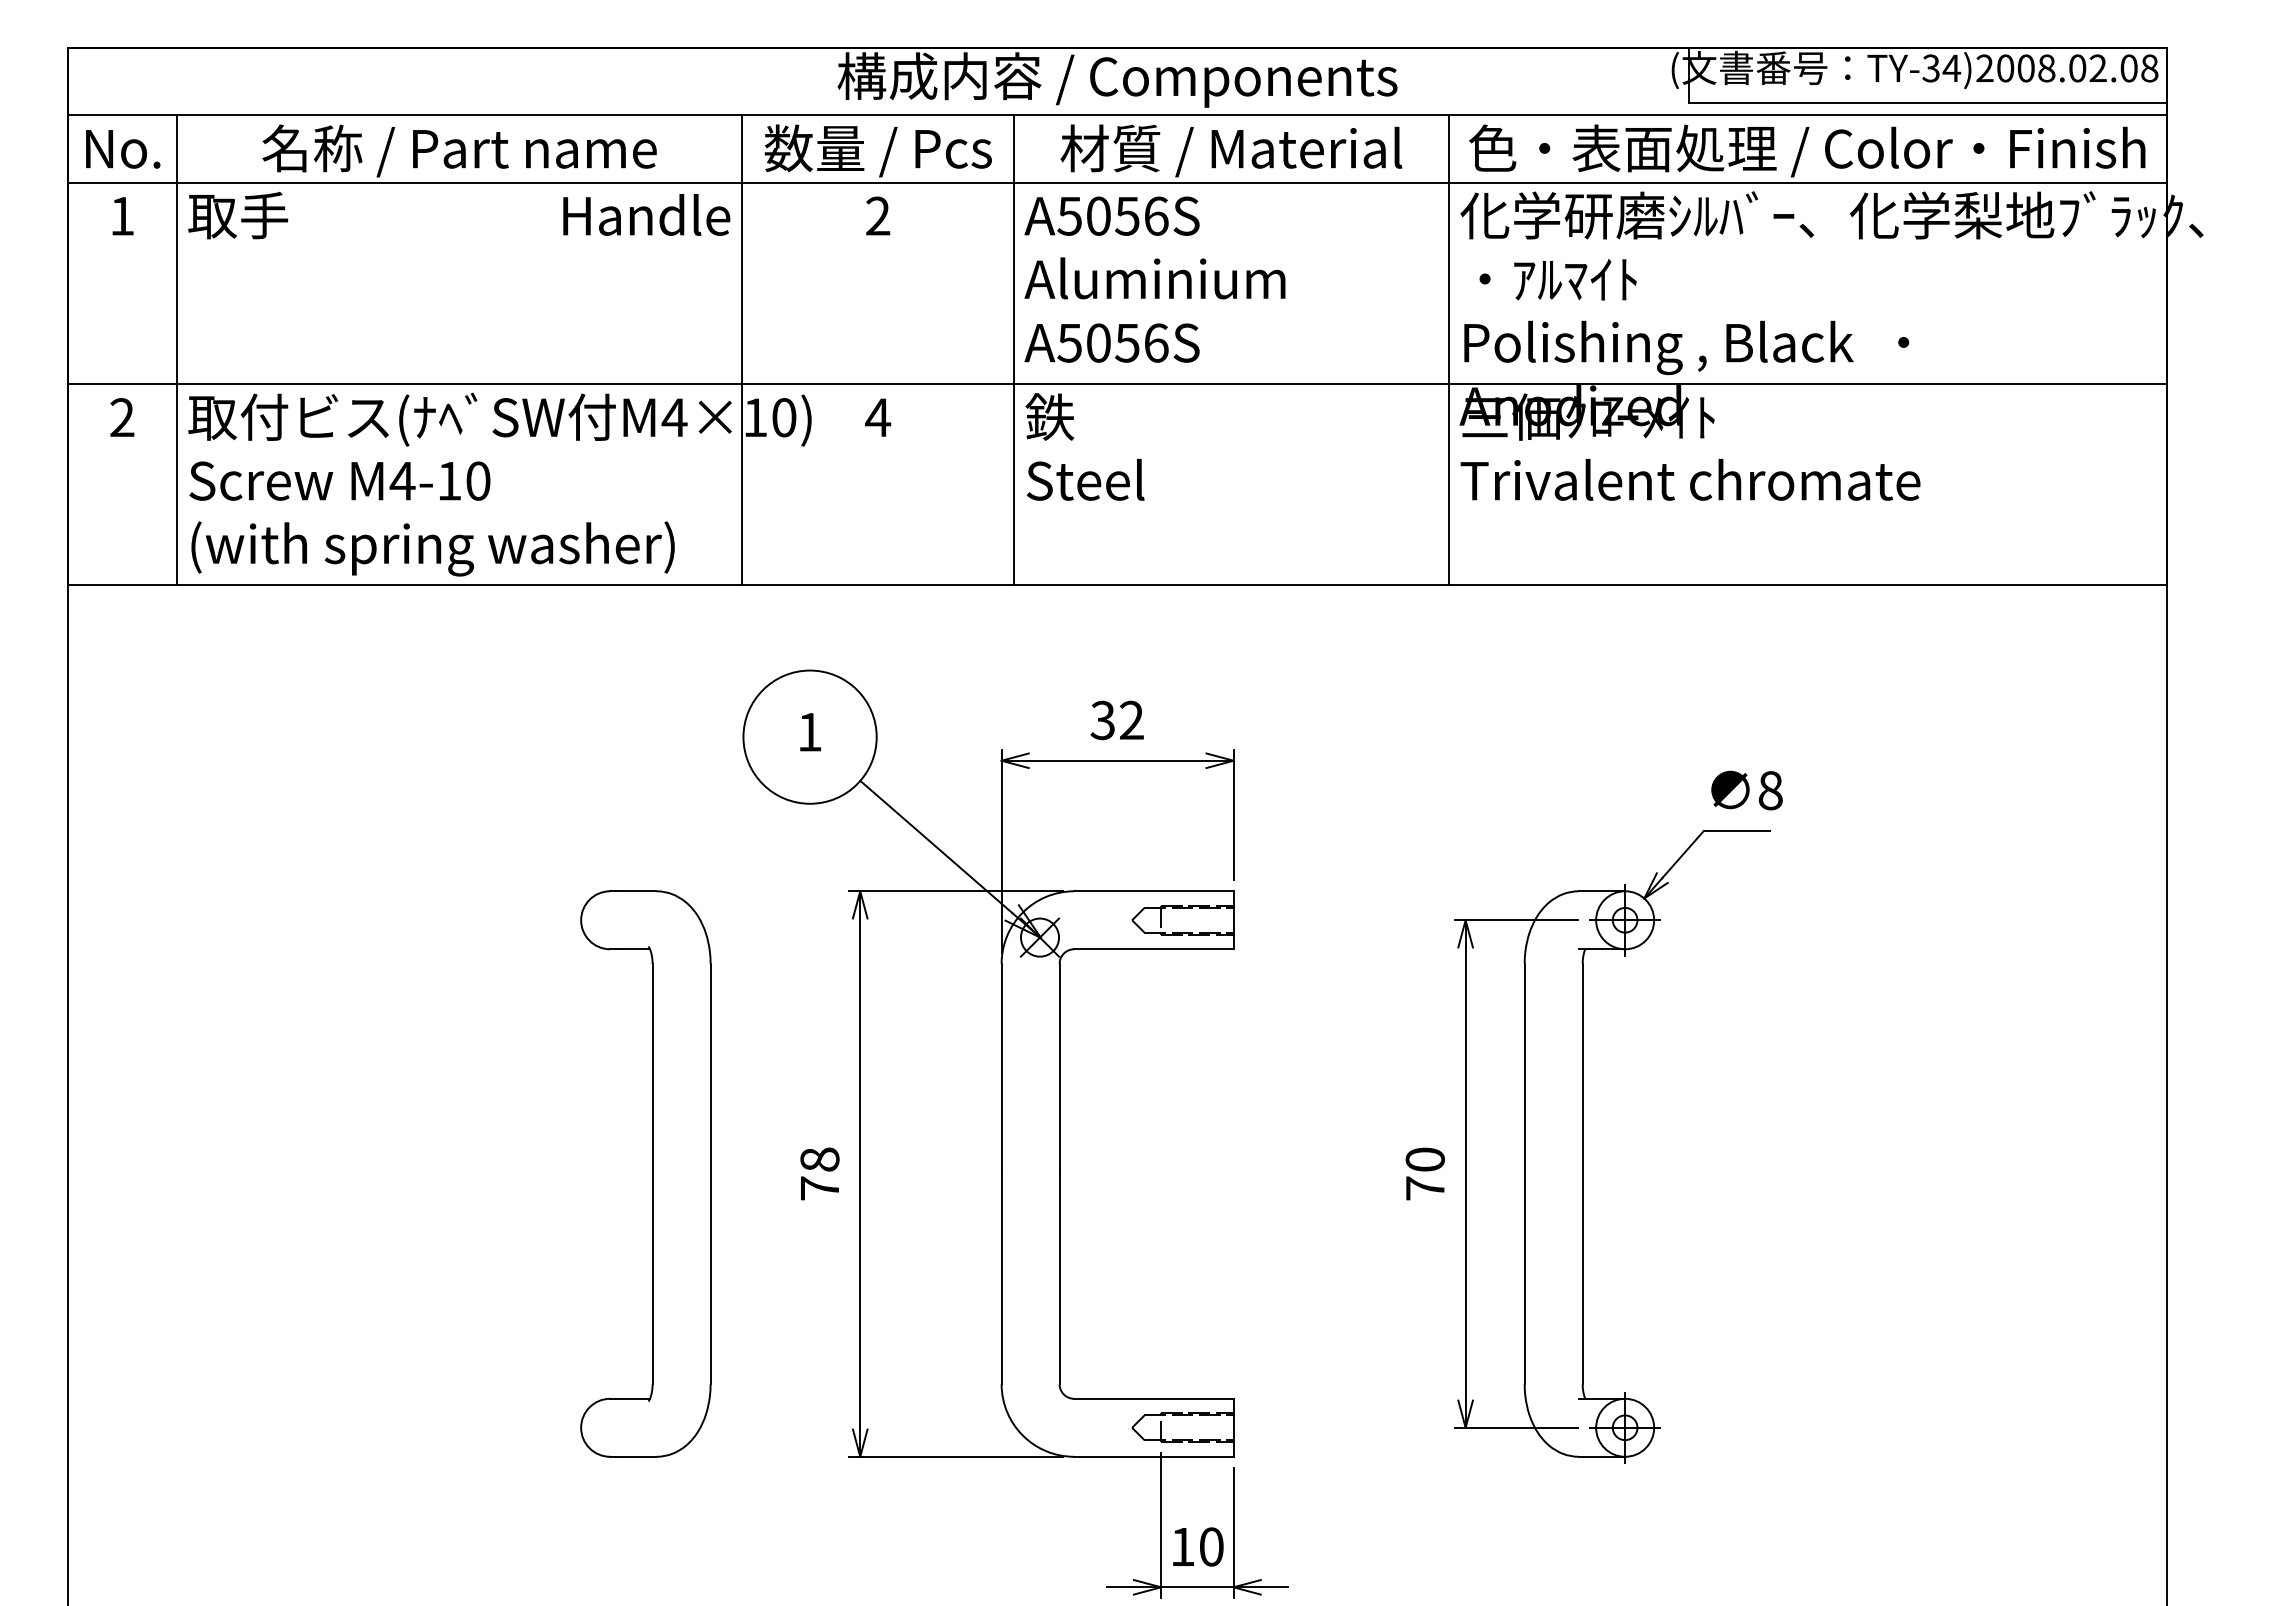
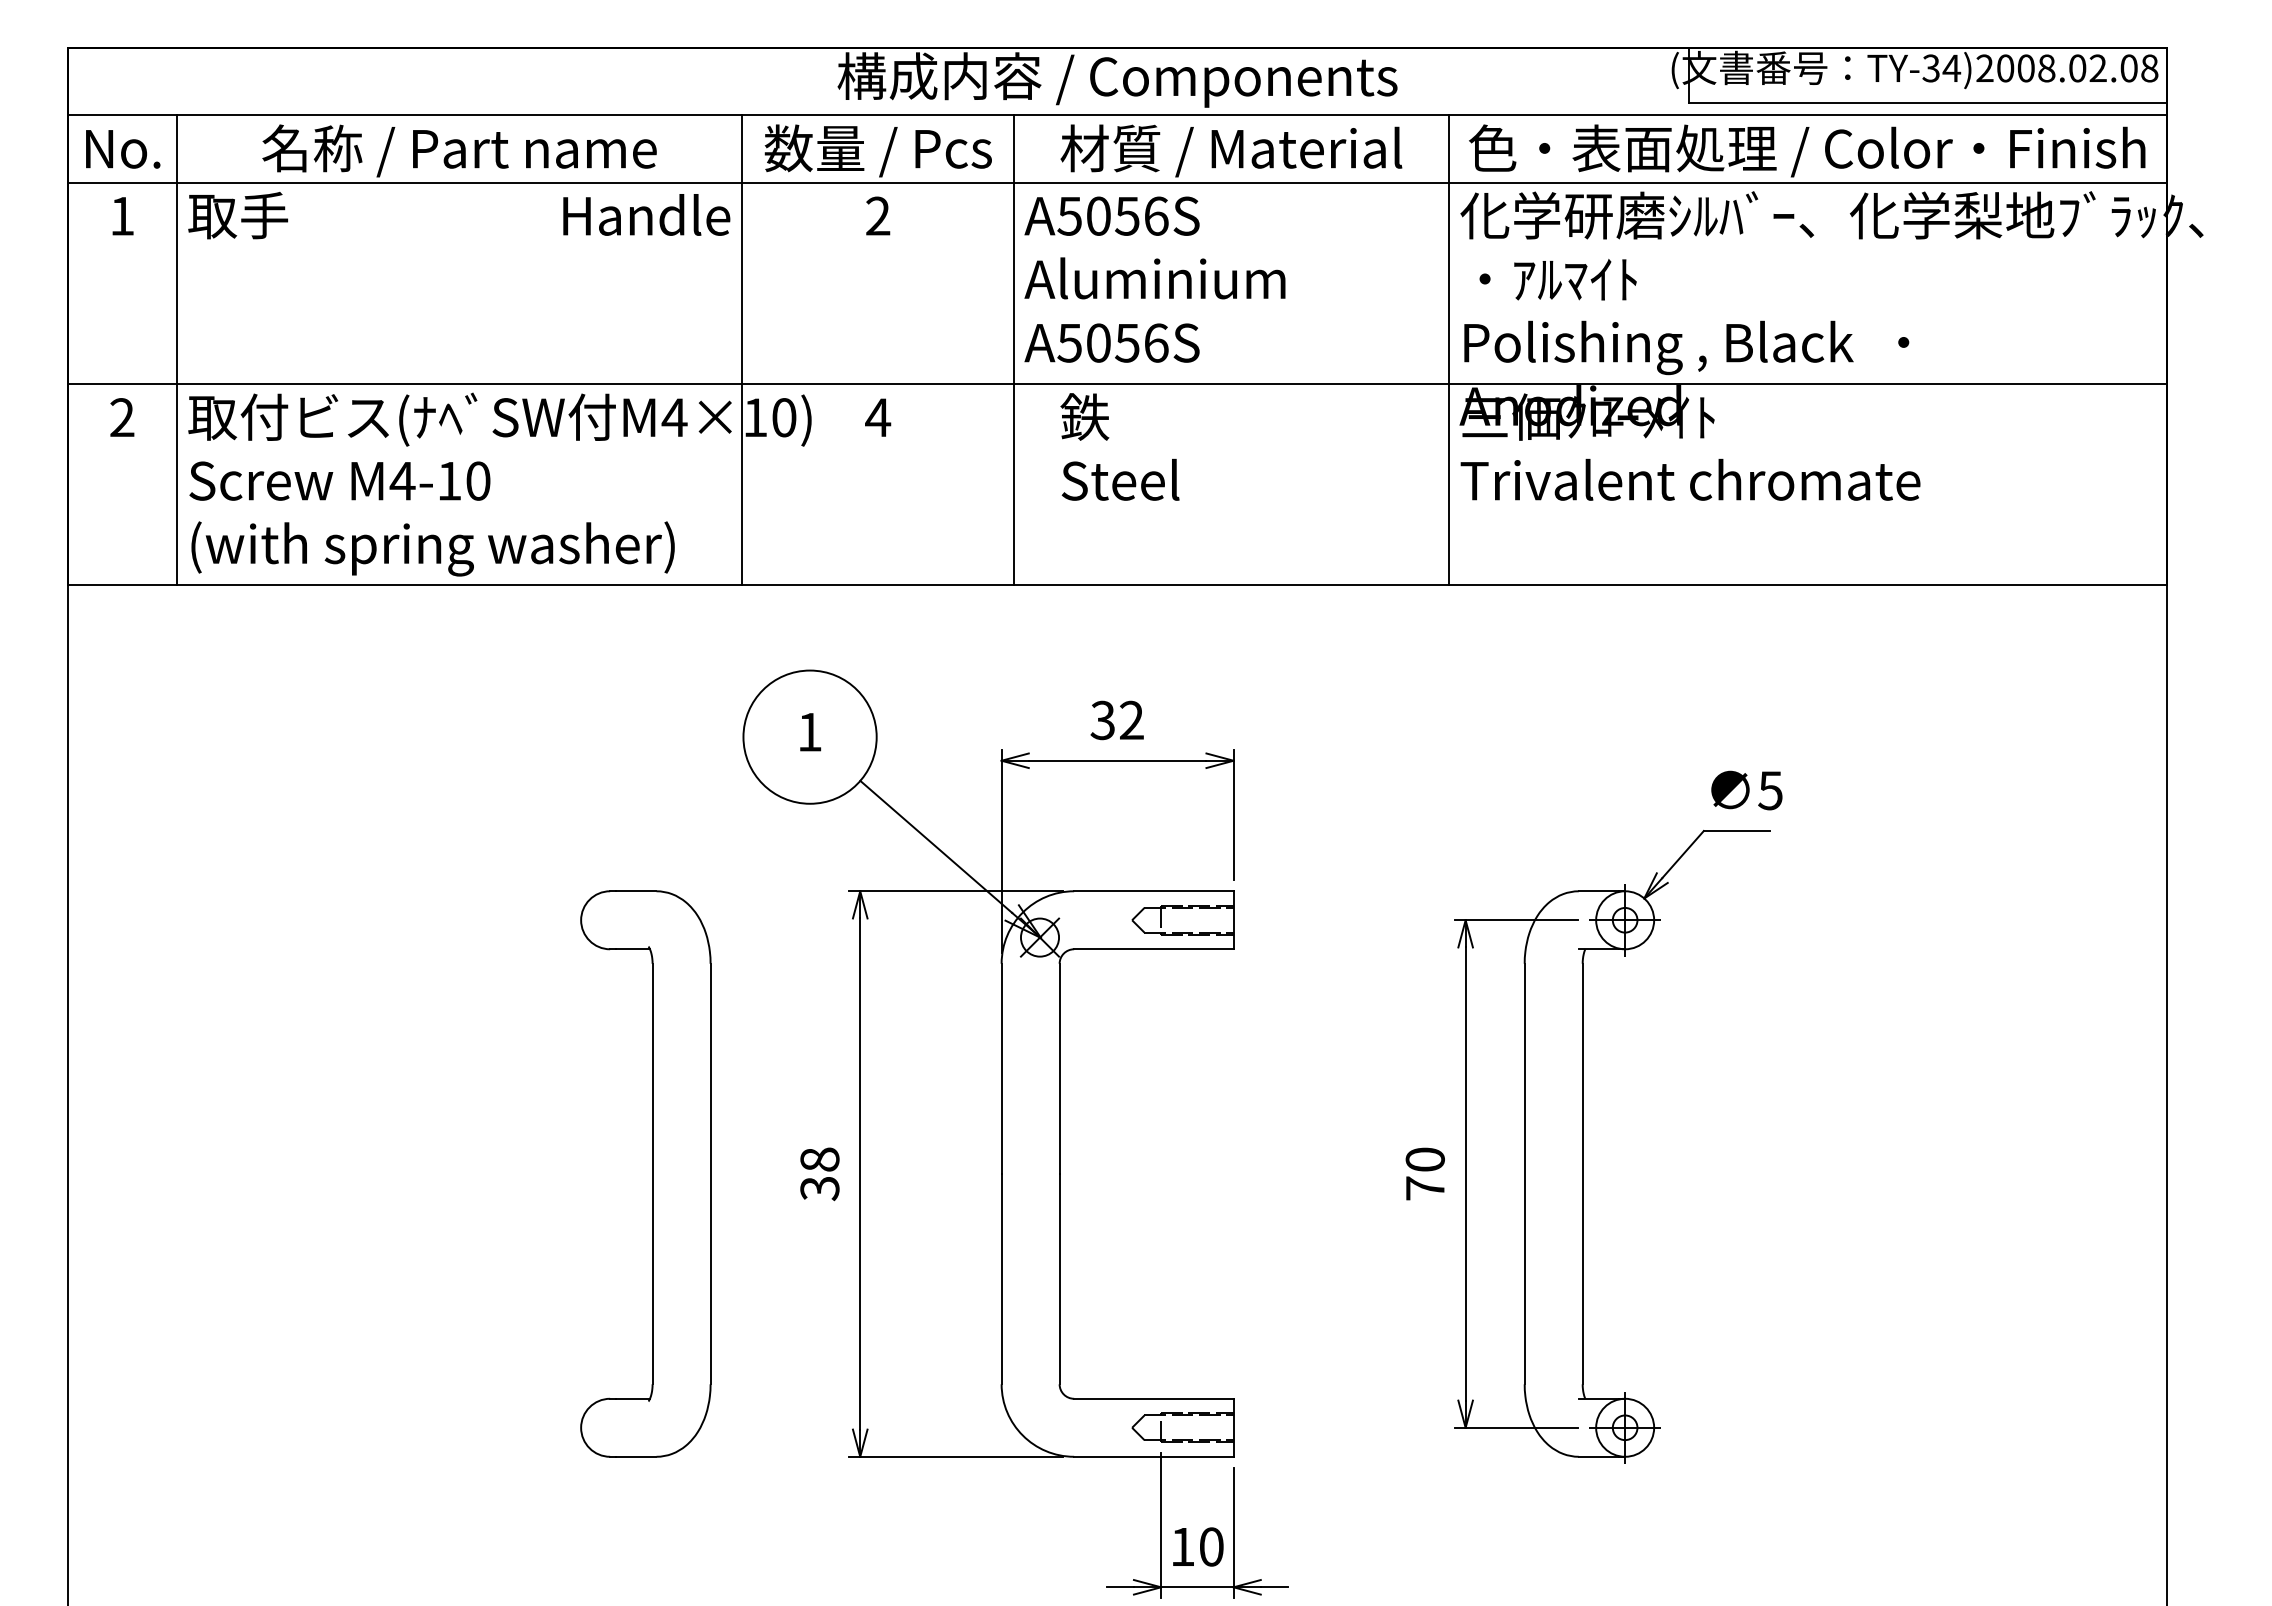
text at (1084, 446) position: (1084, 446) -> (1119, 446)
text at (1770, 790): 8 -> 5
text at (819, 1188): 78 -> 38
